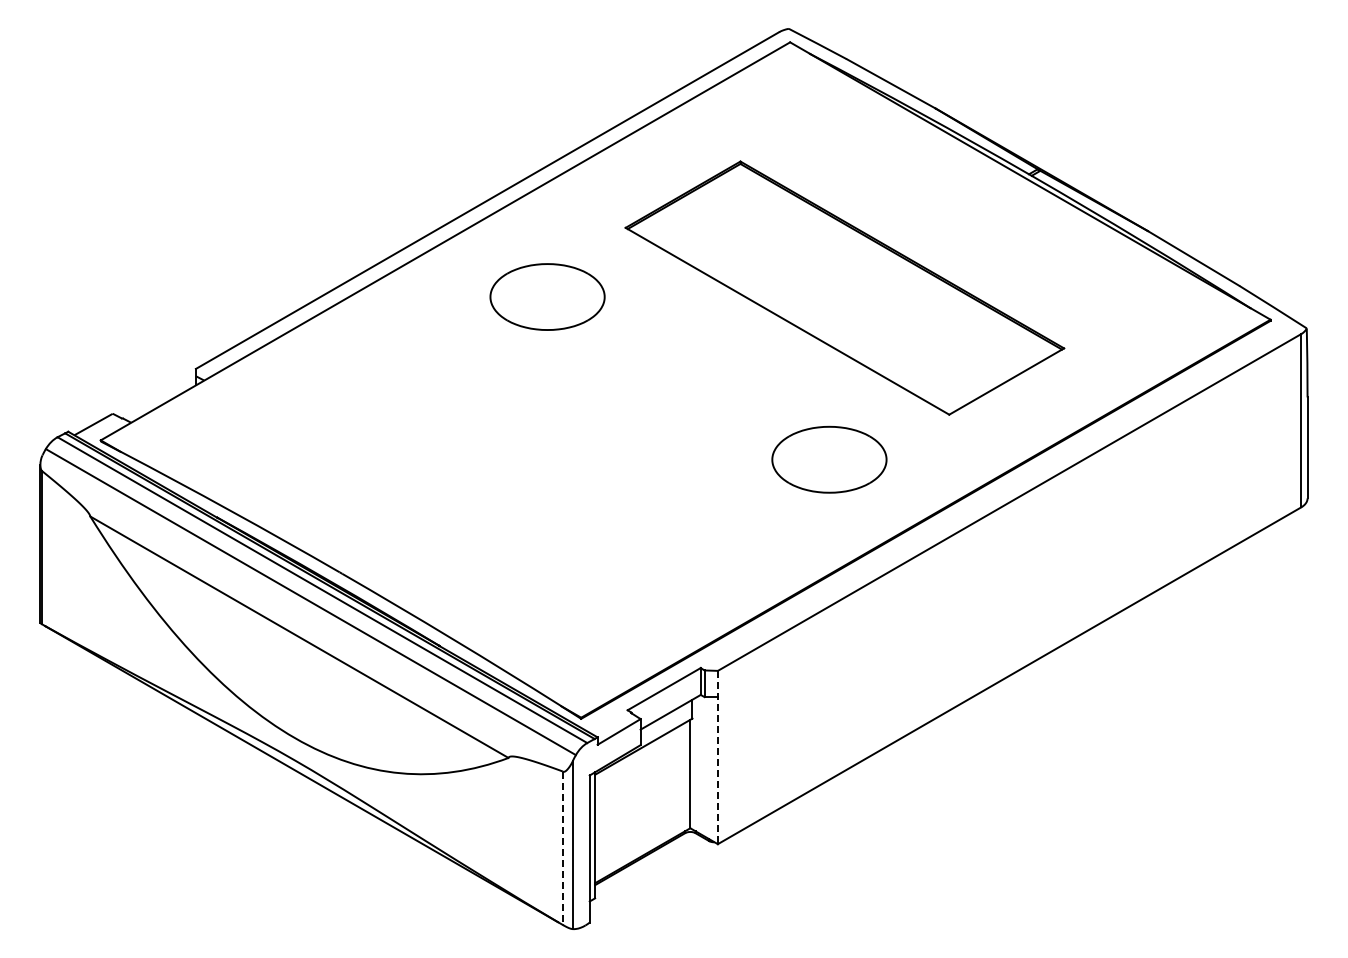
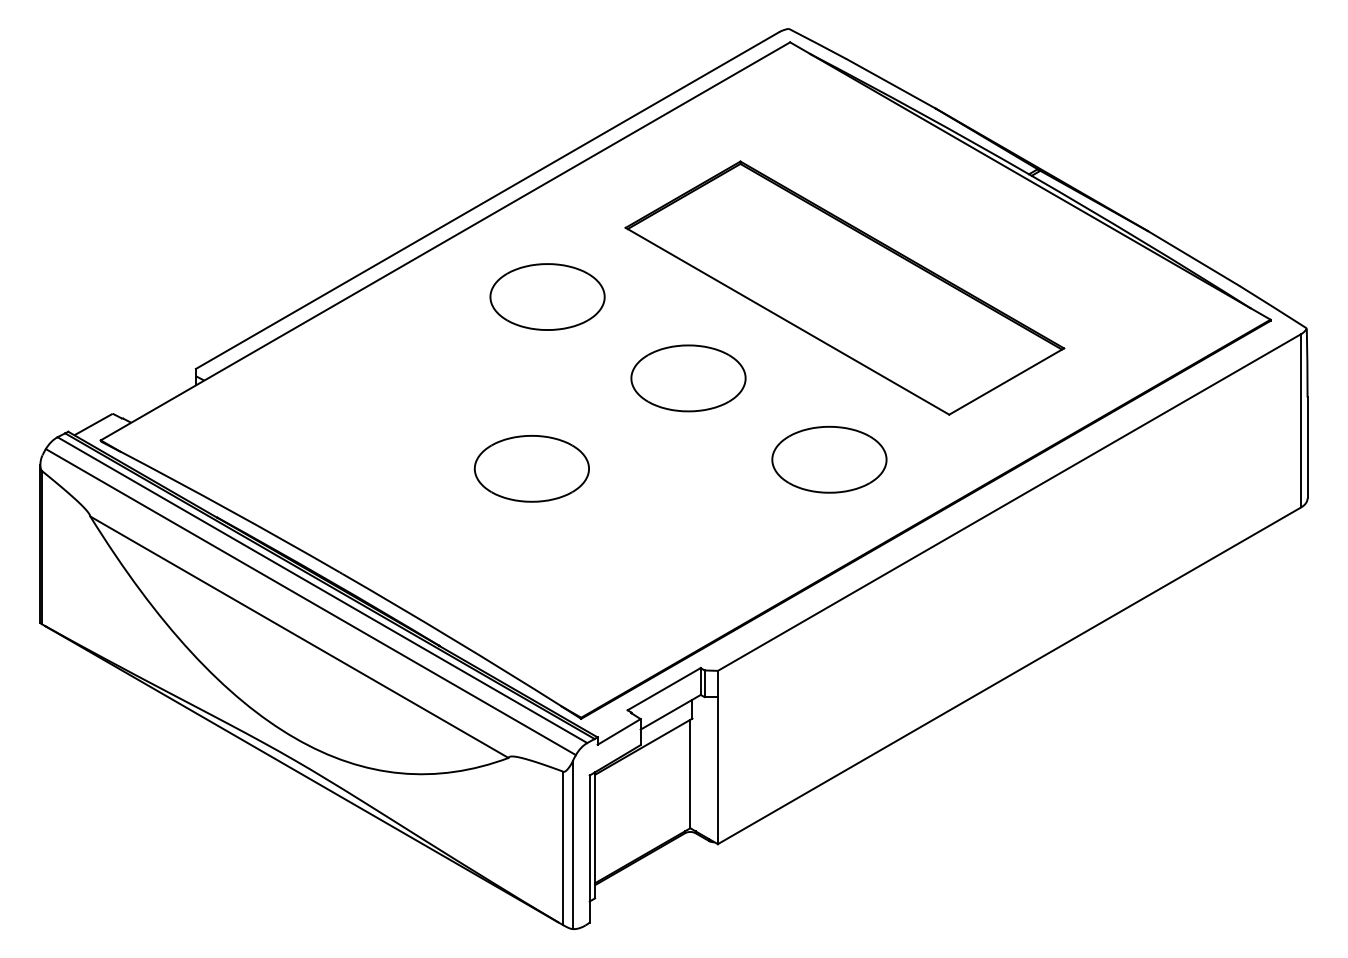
part at (688, 378): none -> present
part at (531, 468): none -> present
line at (717, 757): dashed -> solid
line at (562, 848): dashed -> solid
